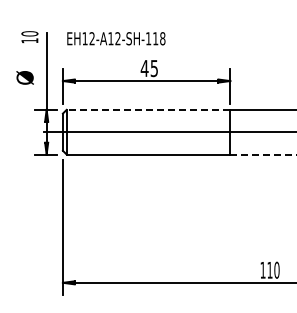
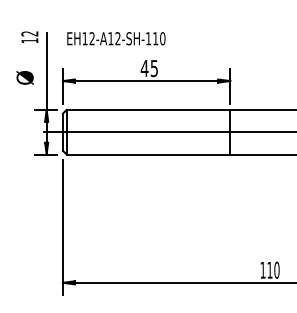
text at (29, 33): 10 -> 12
text at (162, 38): EH12-A12-SH-118 -> EH12-A12-SH-110
line at (148, 109): dashed -> solid
line at (264, 154): dashed -> solid
